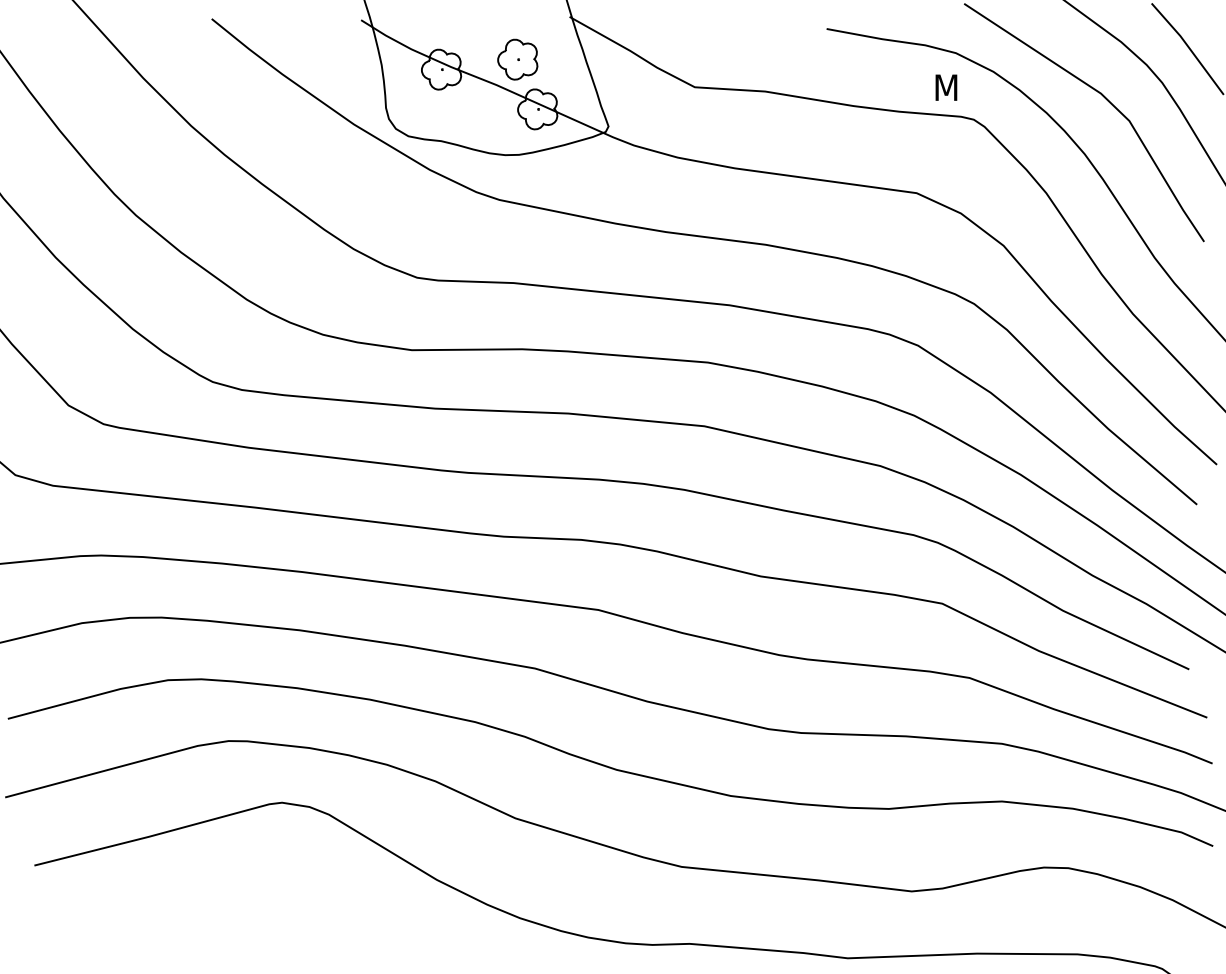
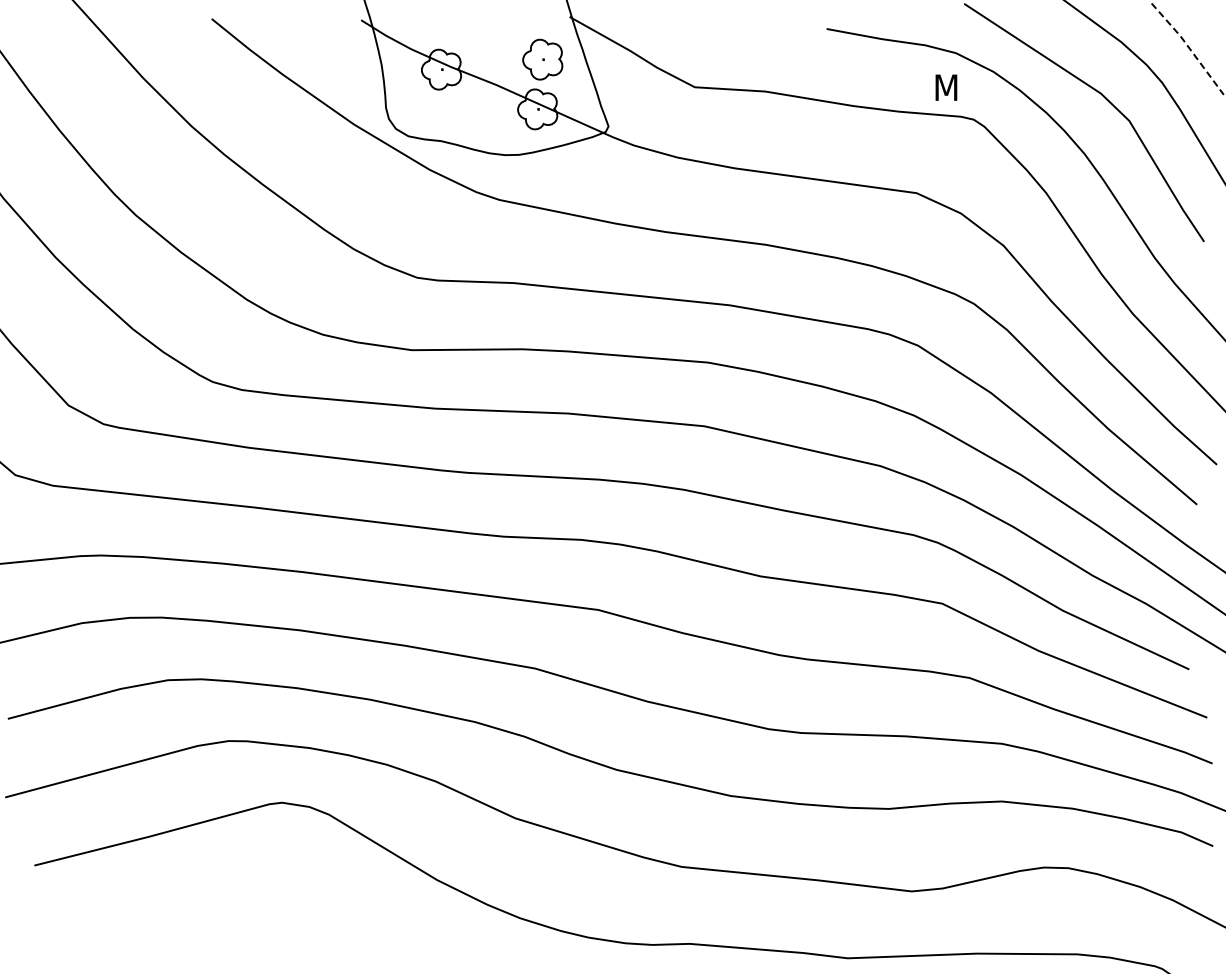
line at (1189, 48): solid -> dashed
part at (517, 59) position: (517, 59) -> (542, 59)
